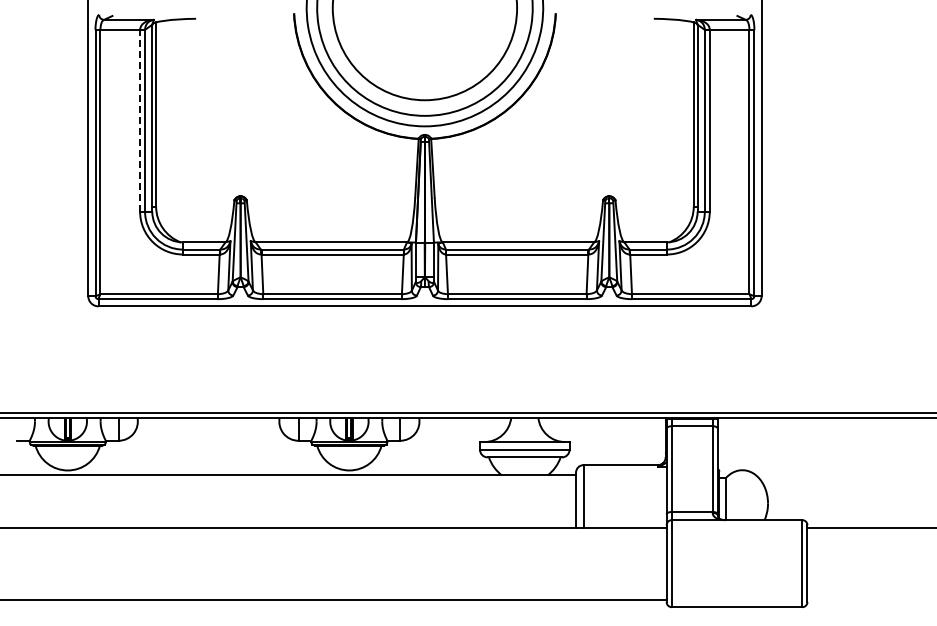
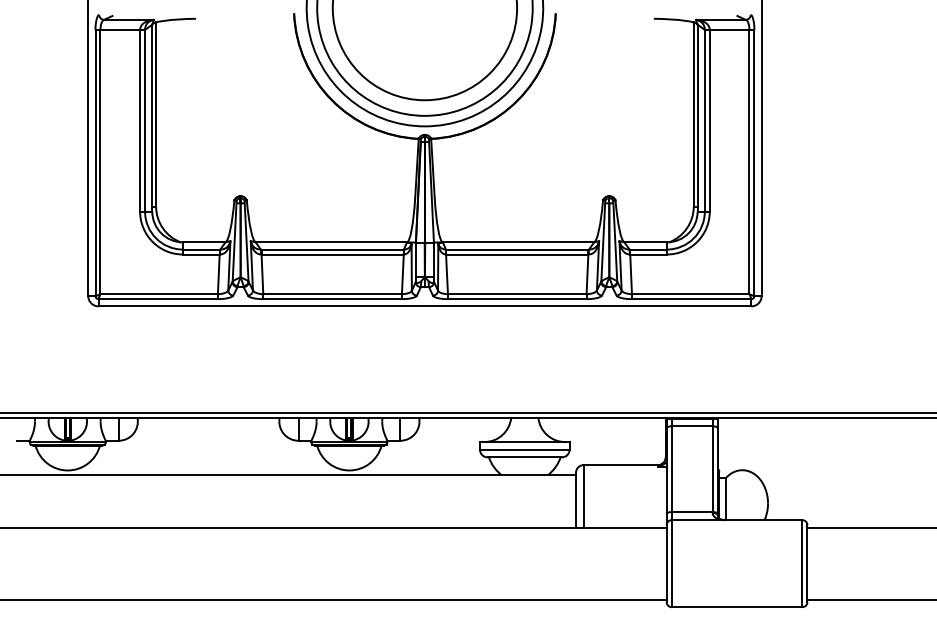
line at (140, 120): dashed -> solid
line at (870, 599): none -> present
